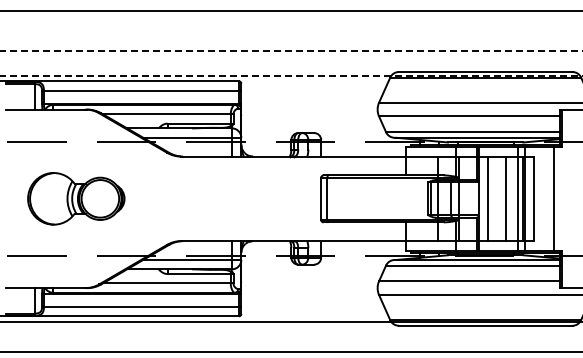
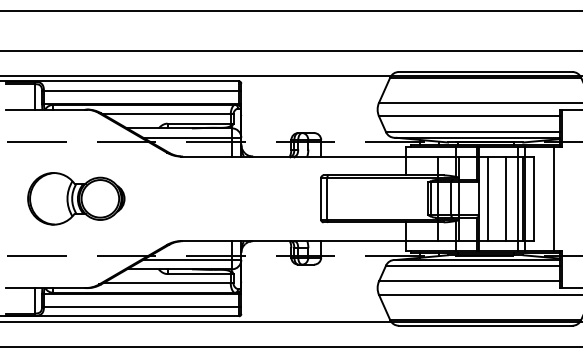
line at (291, 50): dashed -> solid
line at (291, 76): dashed -> solid
line at (290, 352) position: (290, 352) -> (290, 347)
